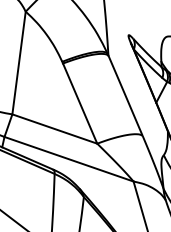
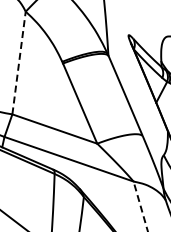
line at (19, 63): solid -> dashed
line at (140, 206): solid -> dashed
